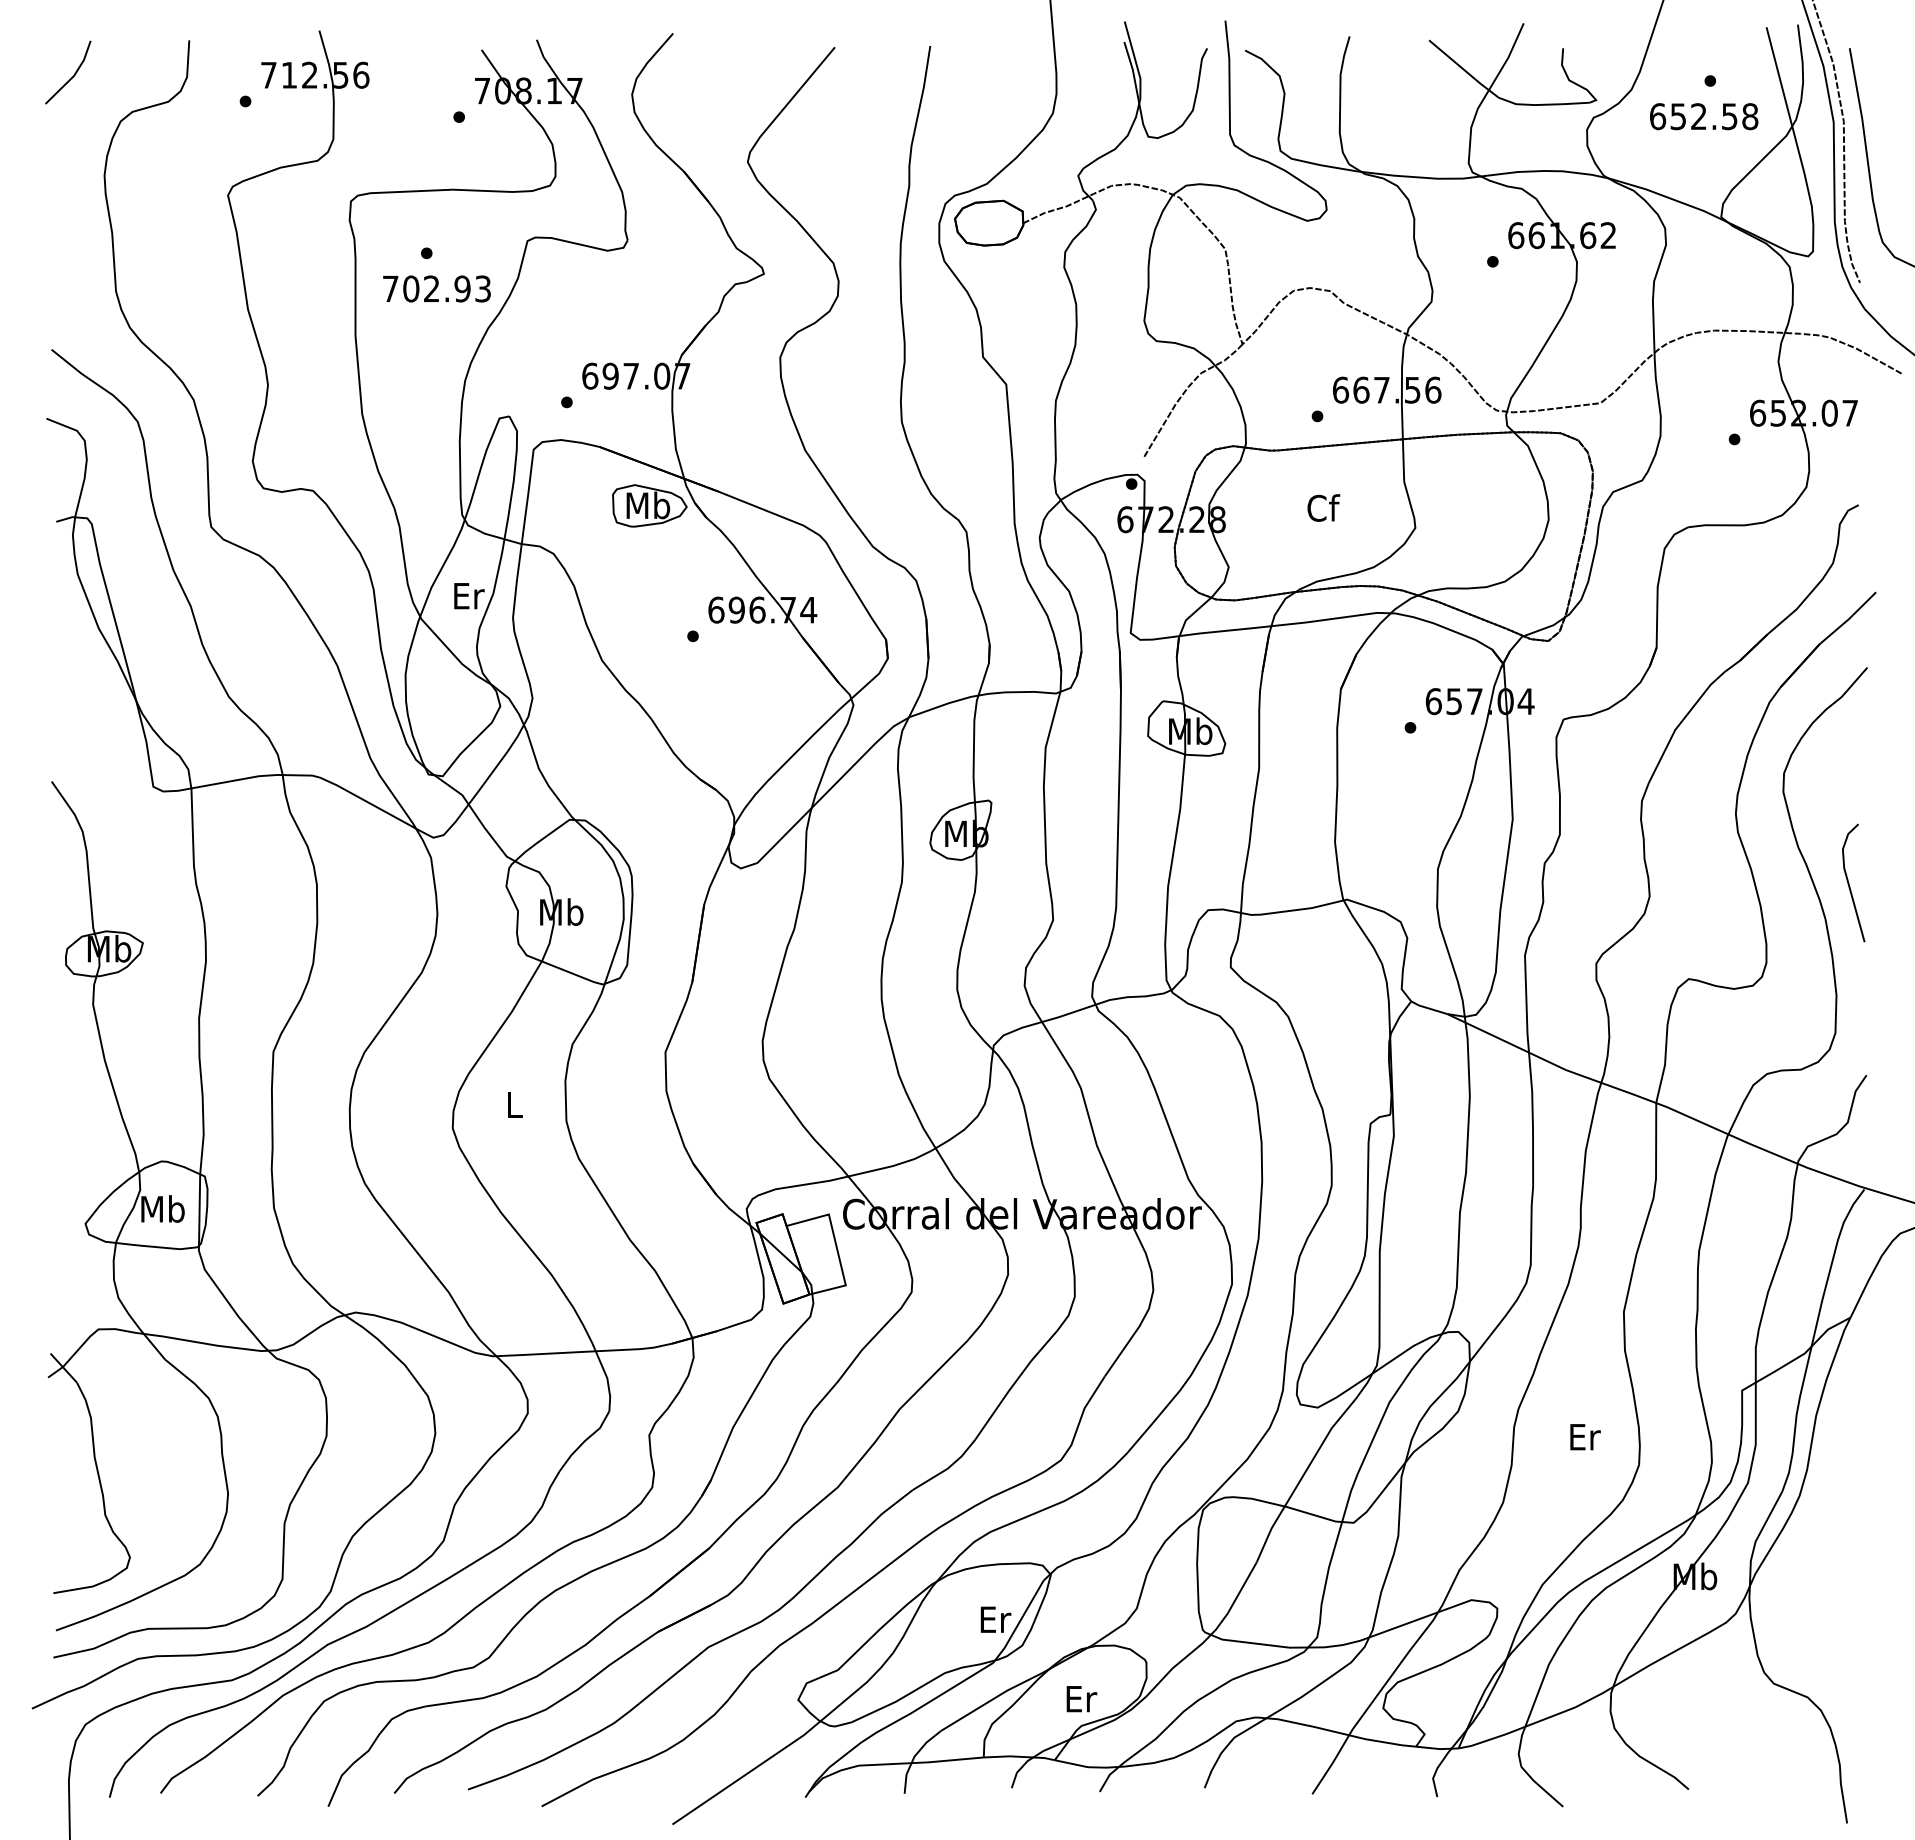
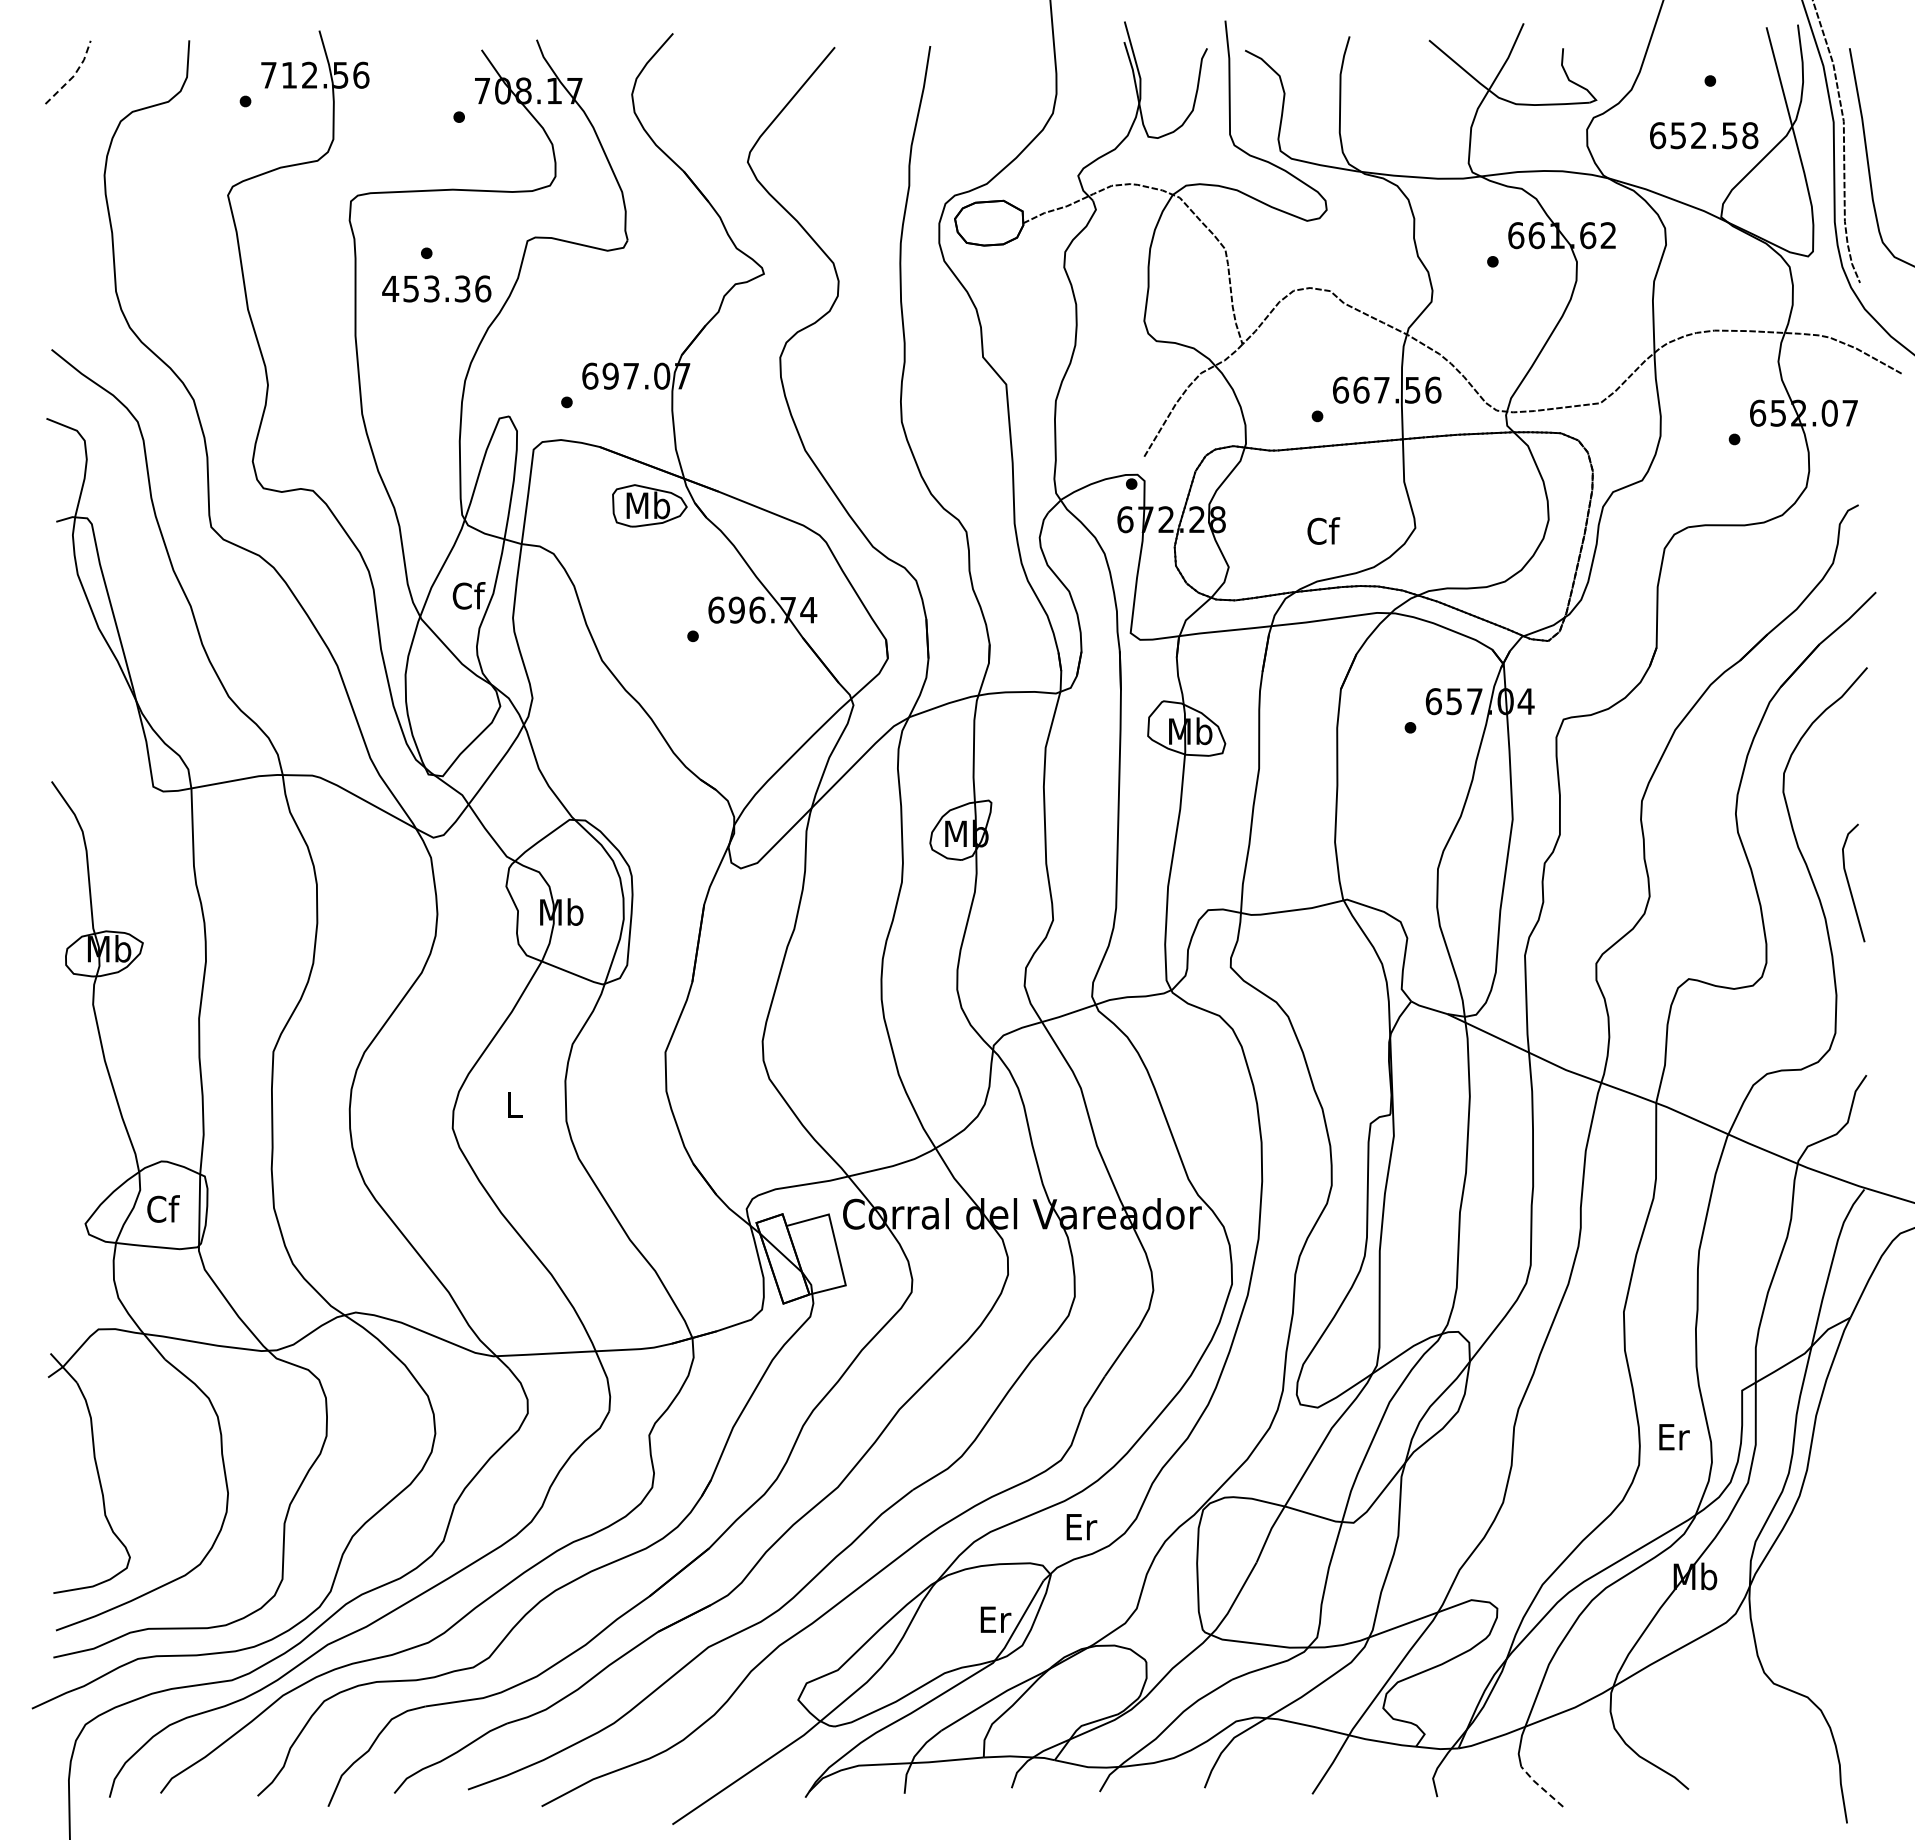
line at (74, 75): solid -> dashed
text at (1704, 116) position: (1704, 116) -> (1704, 135)
text at (436, 288): 702.93 -> 453.36
text at (1323, 507) position: (1323, 507) -> (1323, 530)
text at (468, 595): Er -> Cf
text at (162, 1208): Mb -> Cf
text at (1585, 1437) position: (1585, 1437) -> (1674, 1437)
text at (1081, 1699) position: (1081, 1699) -> (1081, 1527)
line at (1541, 1787): solid -> dashed
